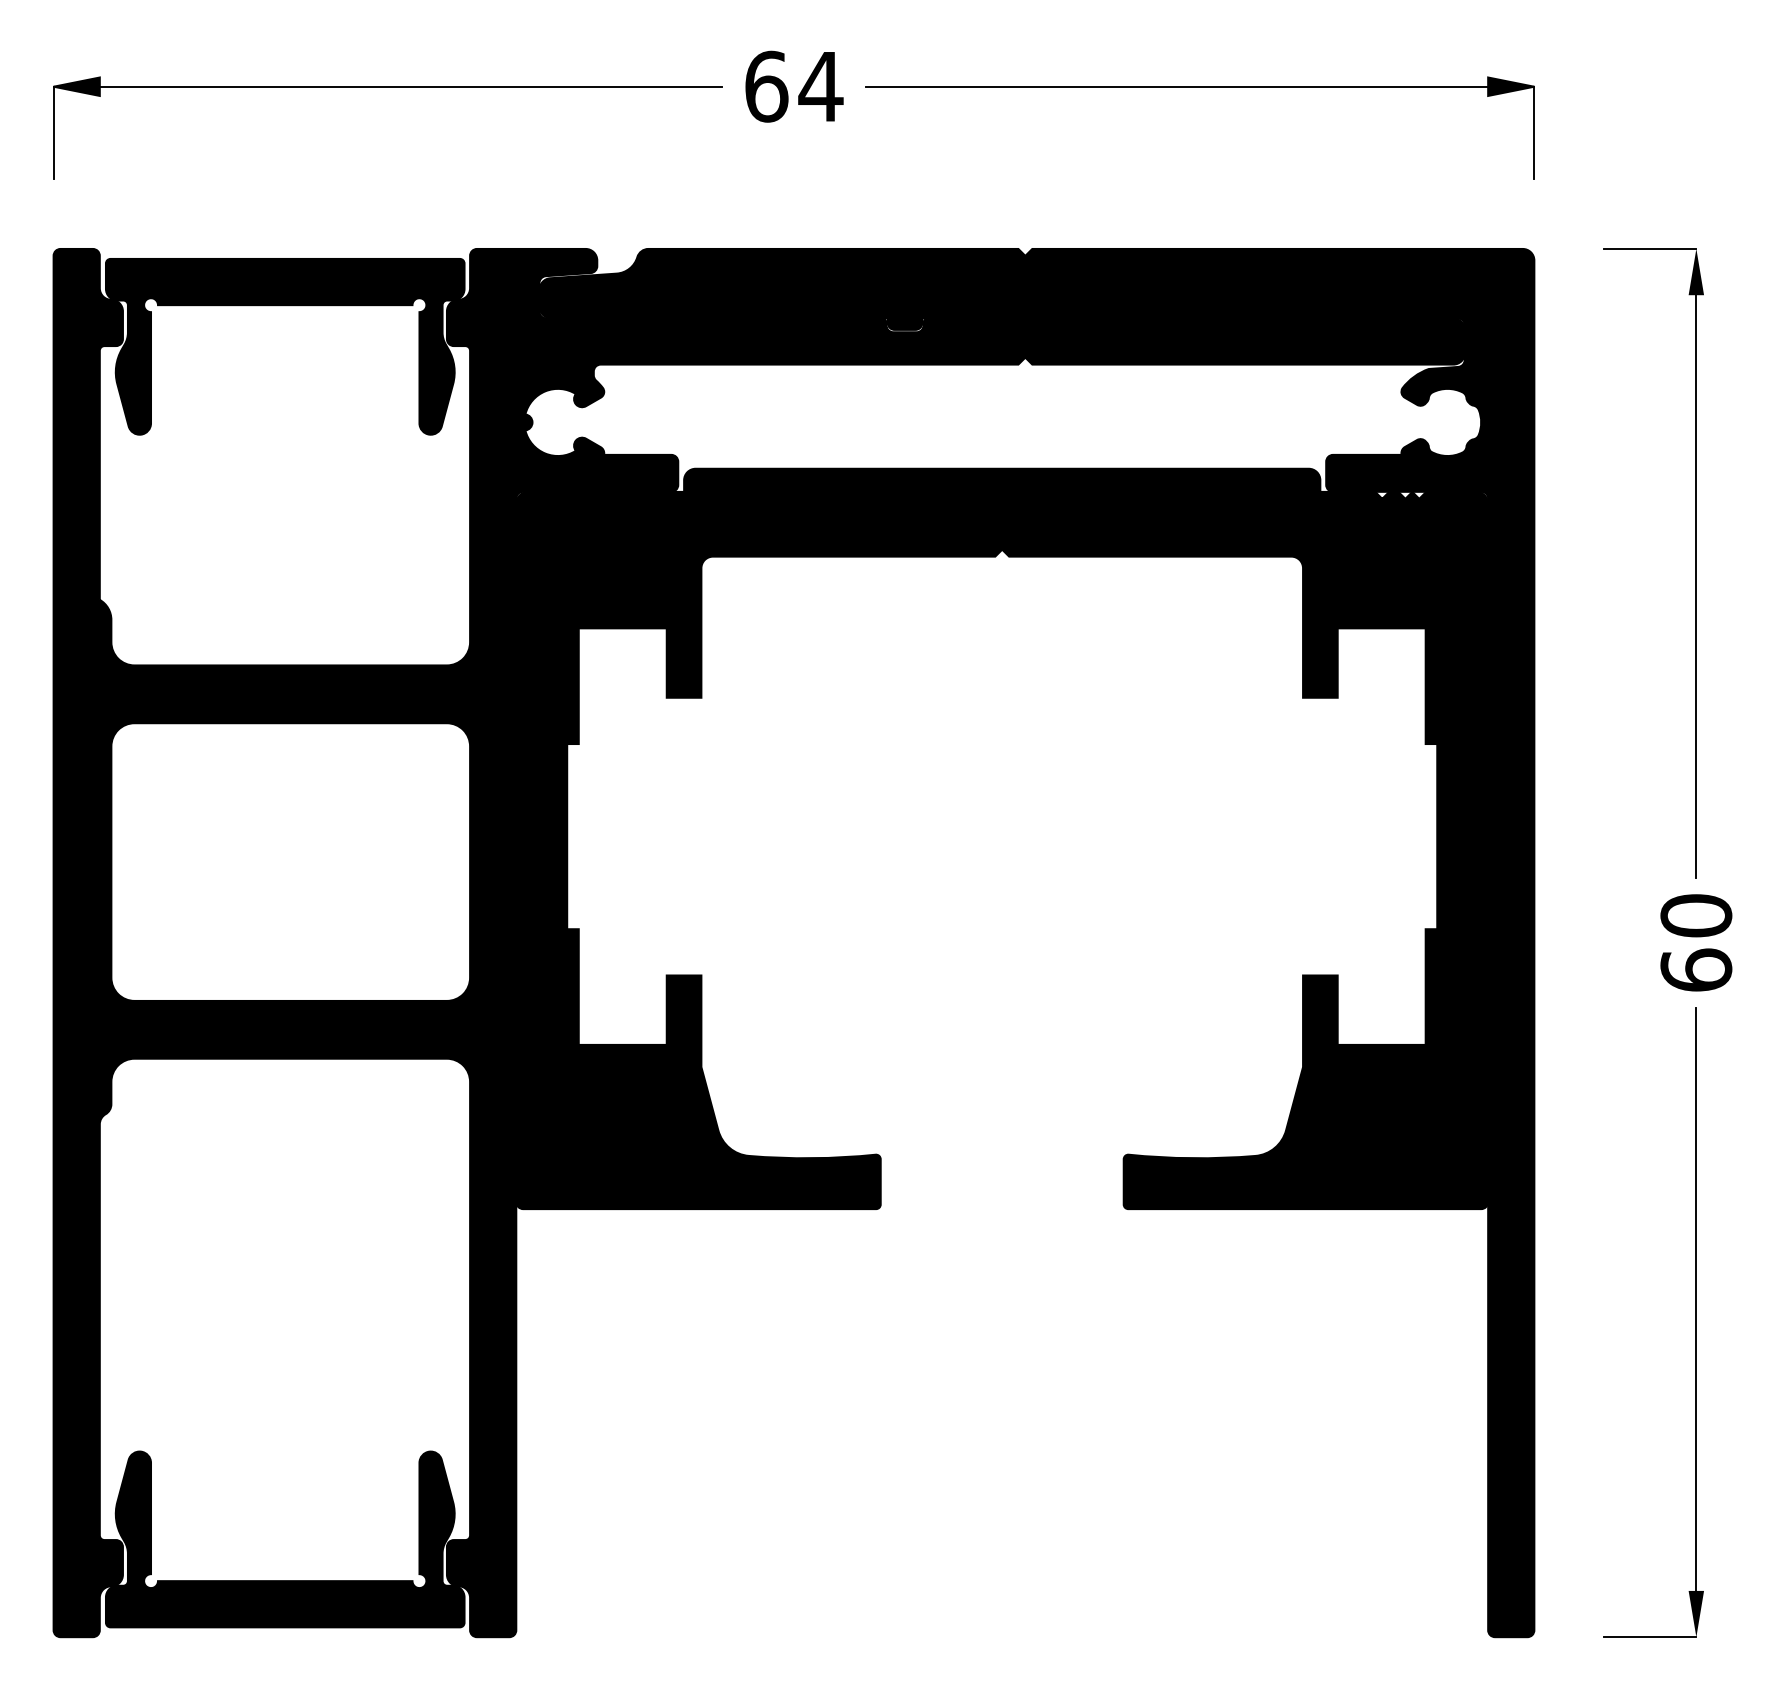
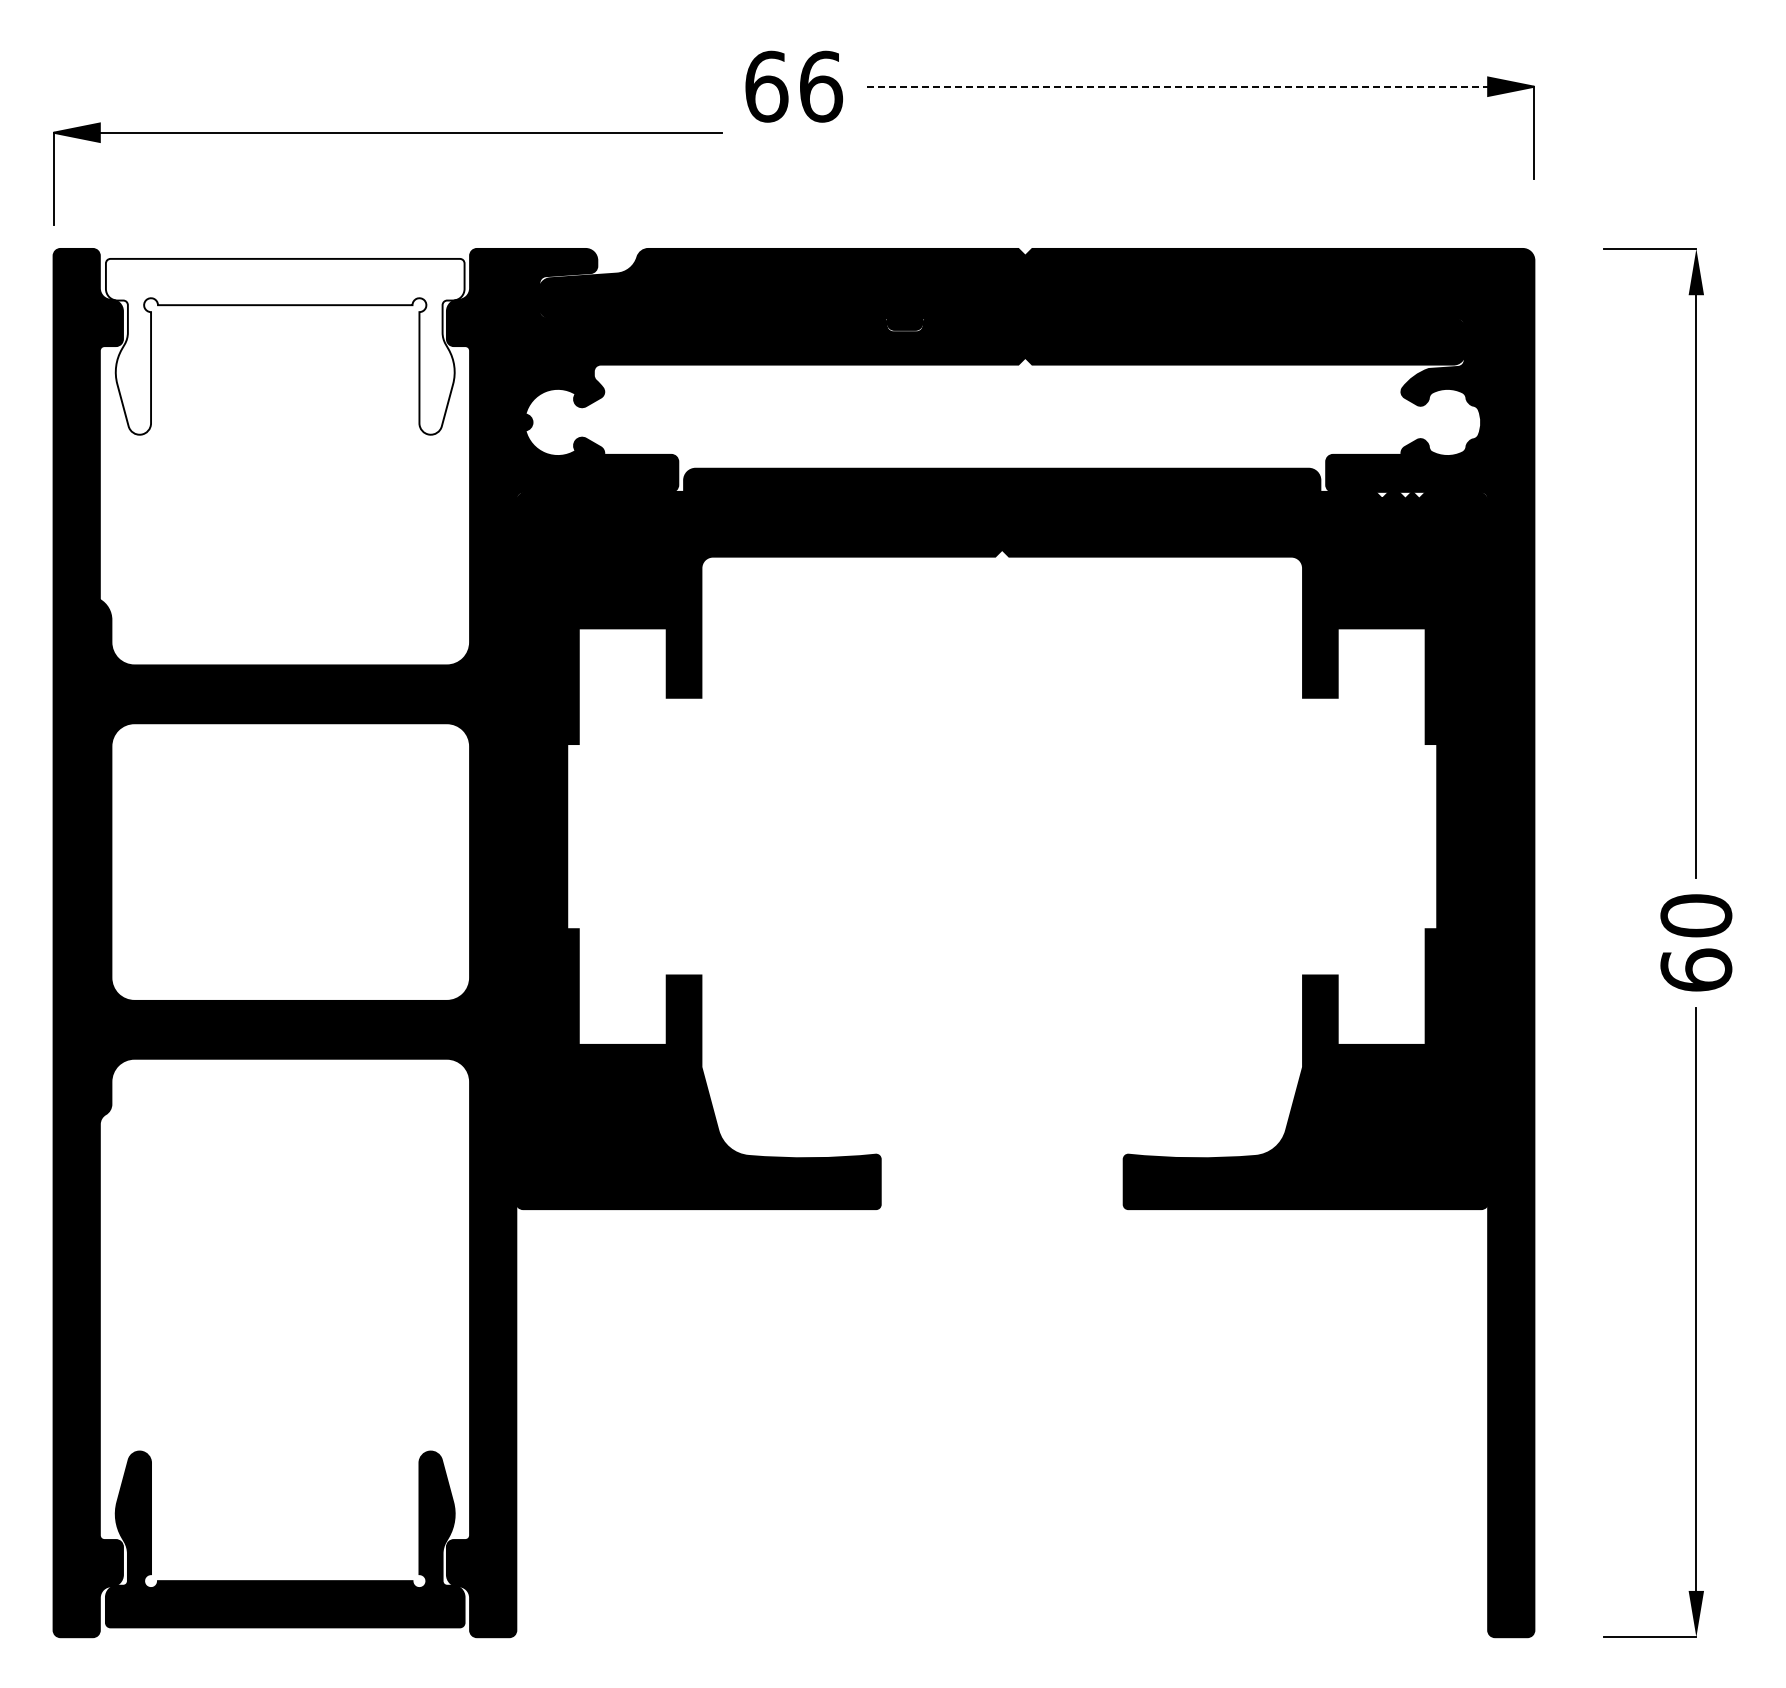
text at (820, 86): 64 -> 66
line at (1199, 86): solid -> dashed
part at (387, 87) position: (387, 87) -> (387, 133)
fill at (284, 346): present -> none
